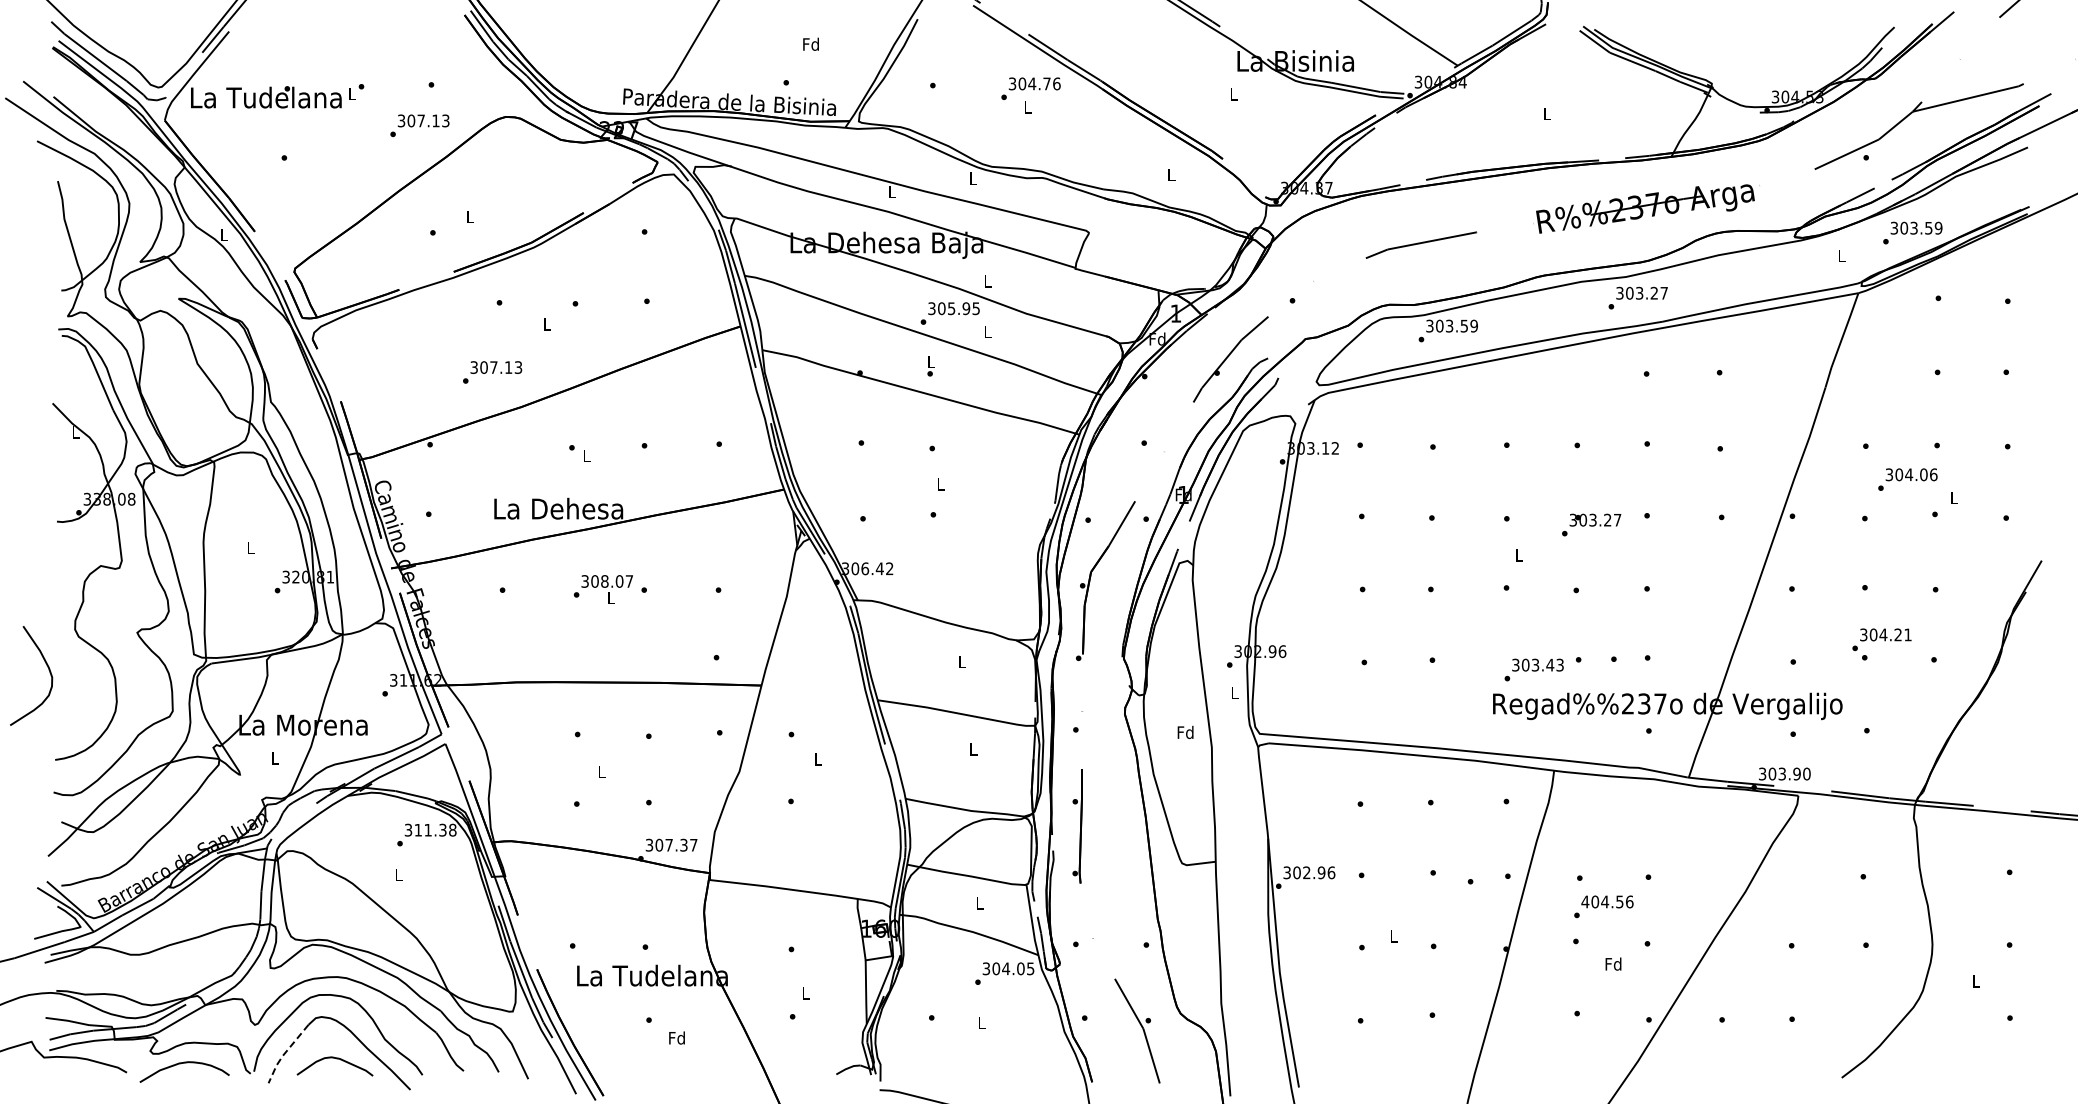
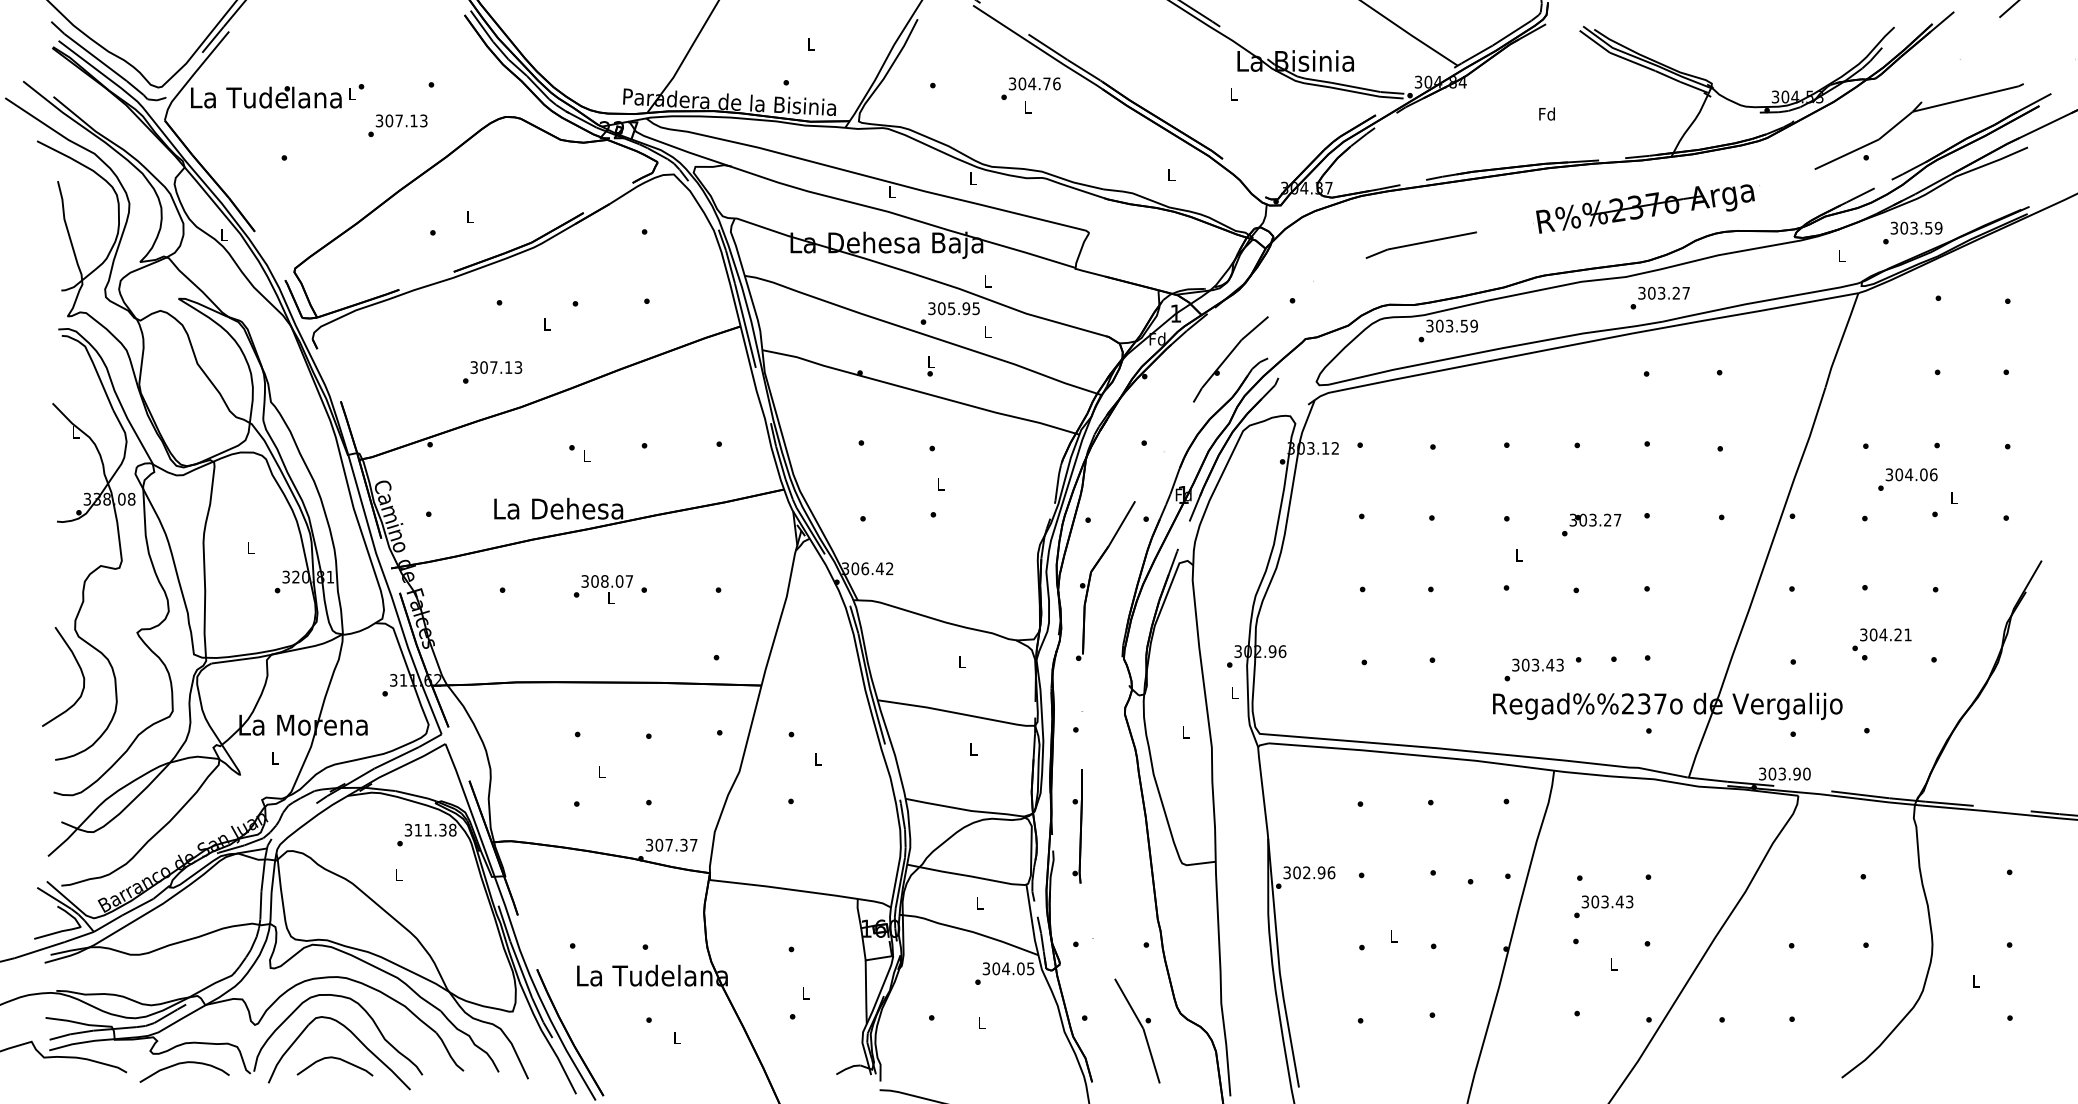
text at (810, 43): Fd -> L
text at (1546, 113): L -> Fd
text at (419, 125) position: (419, 125) -> (397, 125)
text at (1637, 297) position: (1637, 297) -> (1659, 297)
curve at (48, 670) position: (48, 670) -> (80, 671)
text at (1185, 732): Fd -> L
text at (1607, 901): 404.56 -> 303.43
text at (1613, 963): Fd -> L
text at (676, 1037): Fd -> L
line at (284, 1053): dashed -> solid
